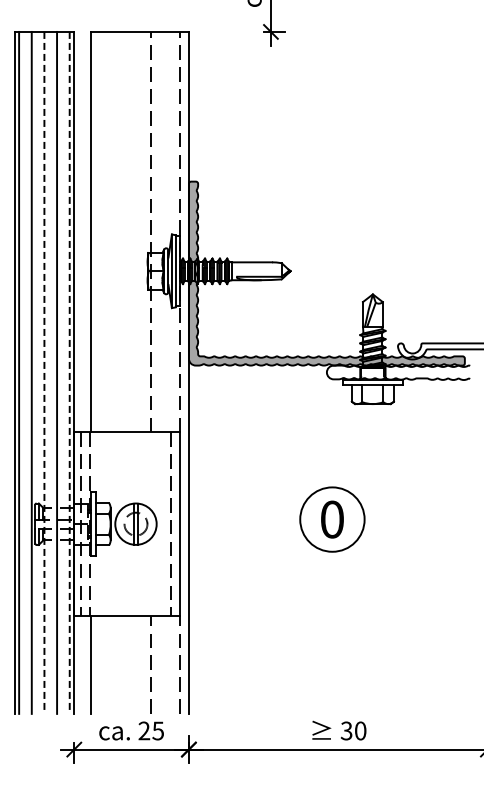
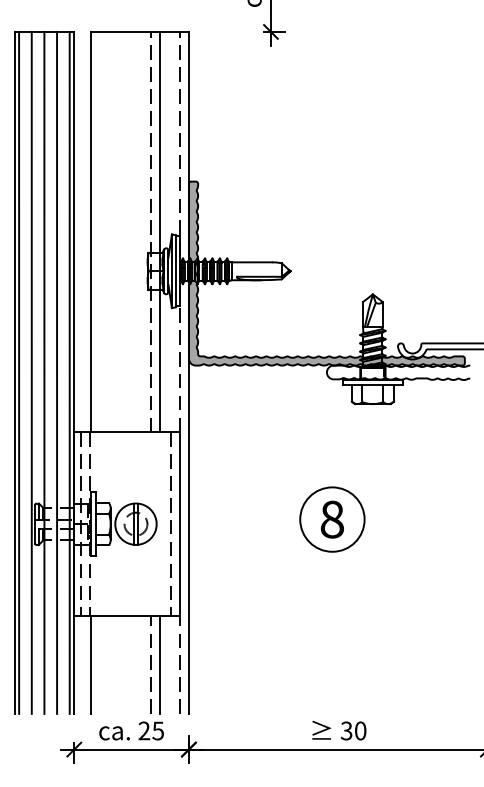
line at (159, 231): none -> present
line at (44, 372): dashed -> solid
line at (69, 372): dashed -> solid
text at (331, 519): 0 -> 8
line at (159, 664): none -> present
